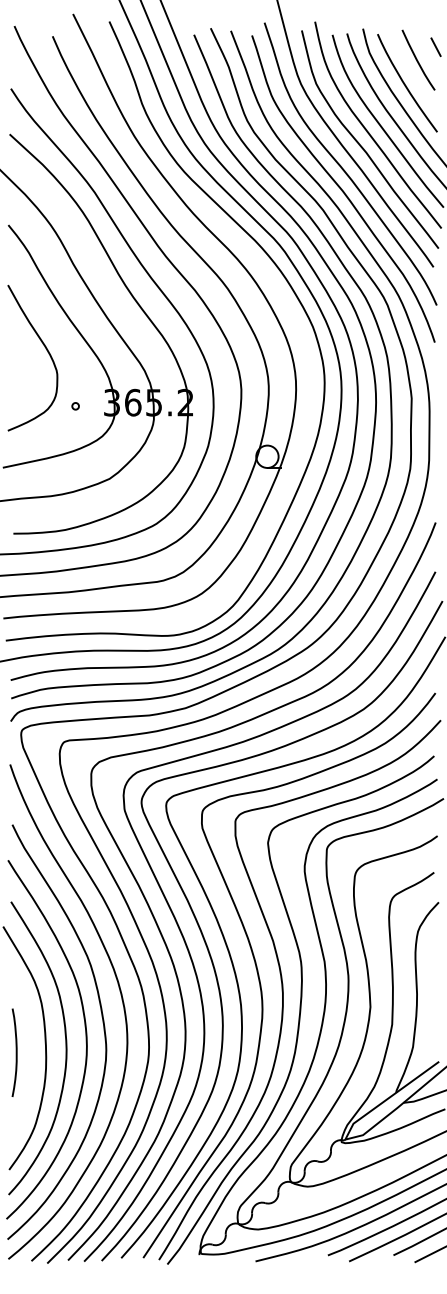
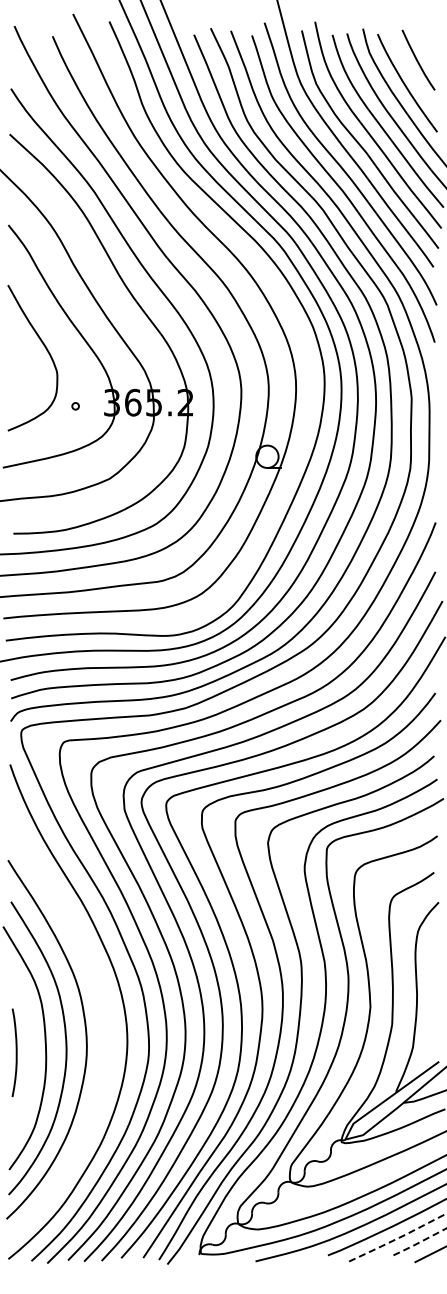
line at (435, 46): present -> none
curve at (102, 1023): present -> none
line at (398, 1238): solid -> dashed
line at (419, 1242): solid -> dashed
